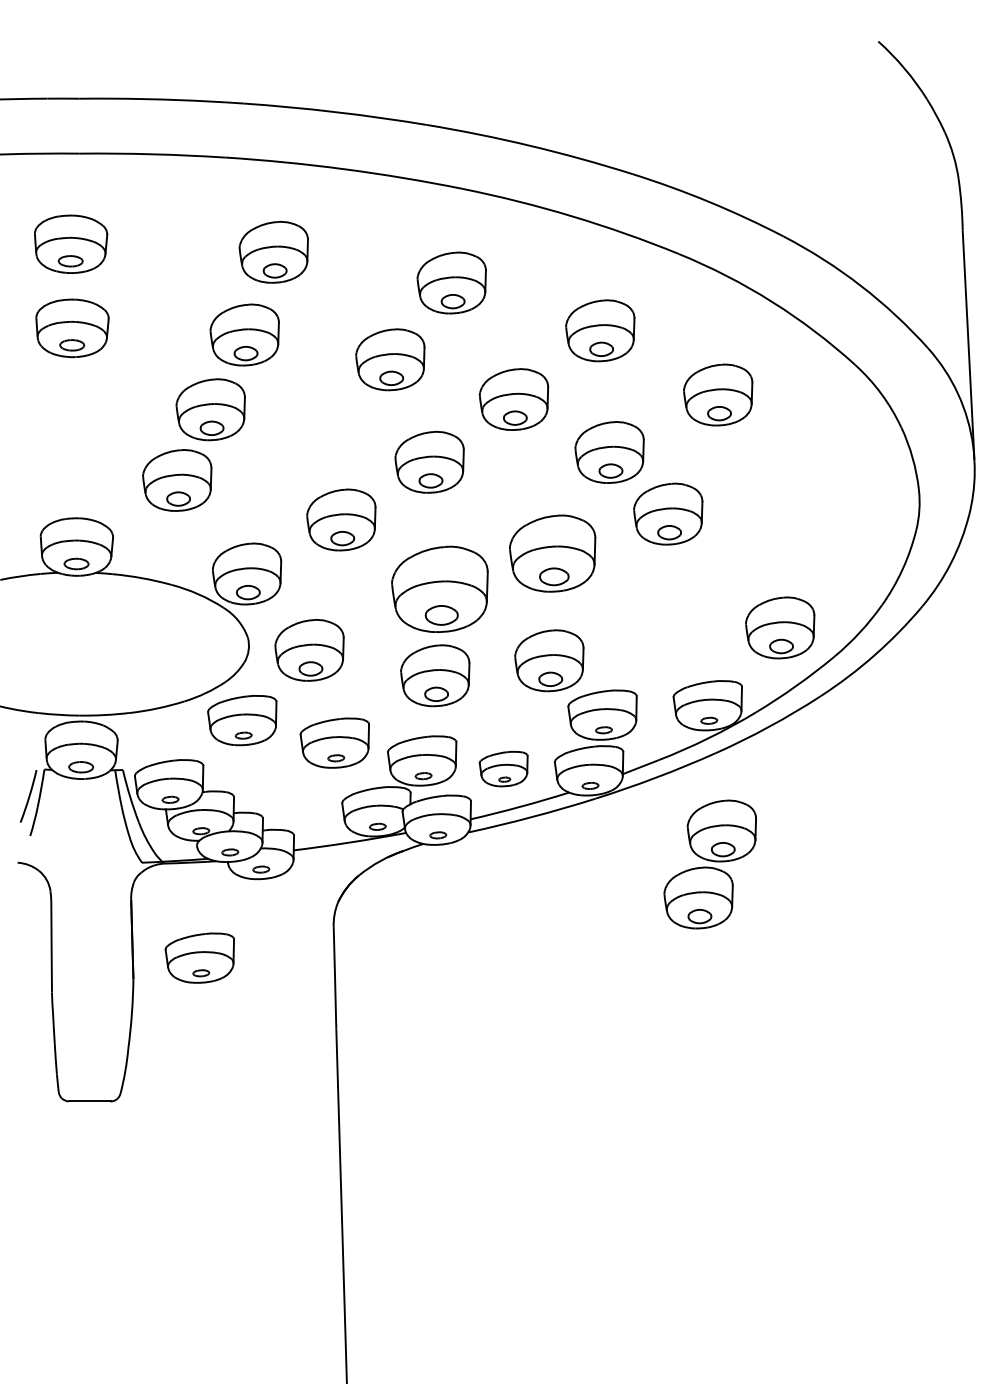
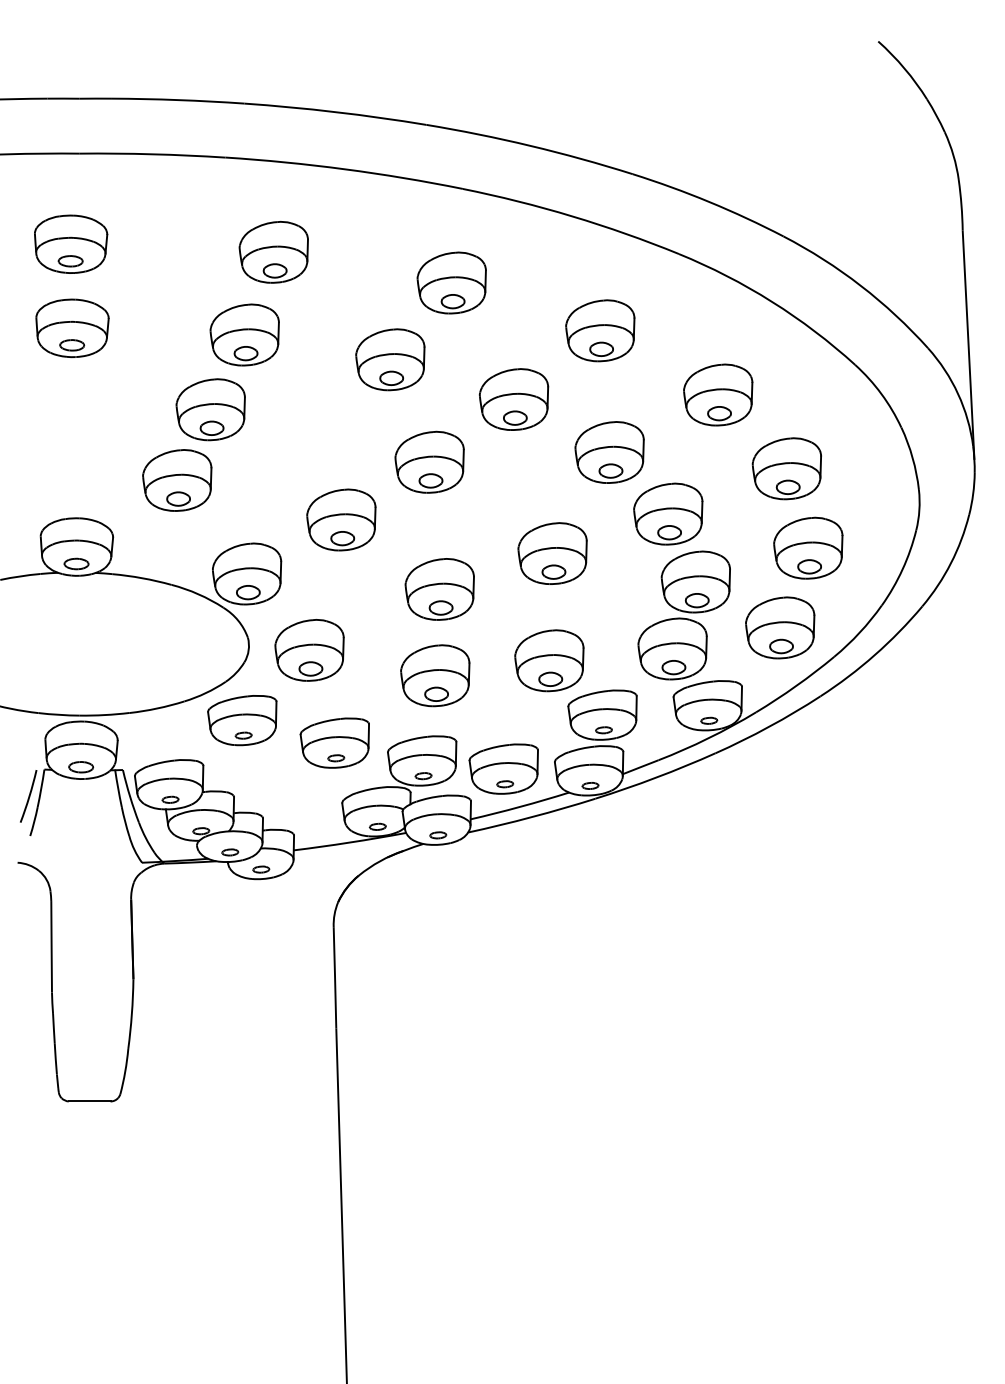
part at (786, 468): none -> present
part at (808, 547): none -> present
part at (552, 553) size: 88x79 px -> 71x63 px
part at (439, 588) size: 98x88 px -> 71x63 px
part at (503, 768) size: 51x38 px -> 71x52 px
part at (709, 864) position: (709, 864) -> (683, 615)
part at (199, 957): present -> none
